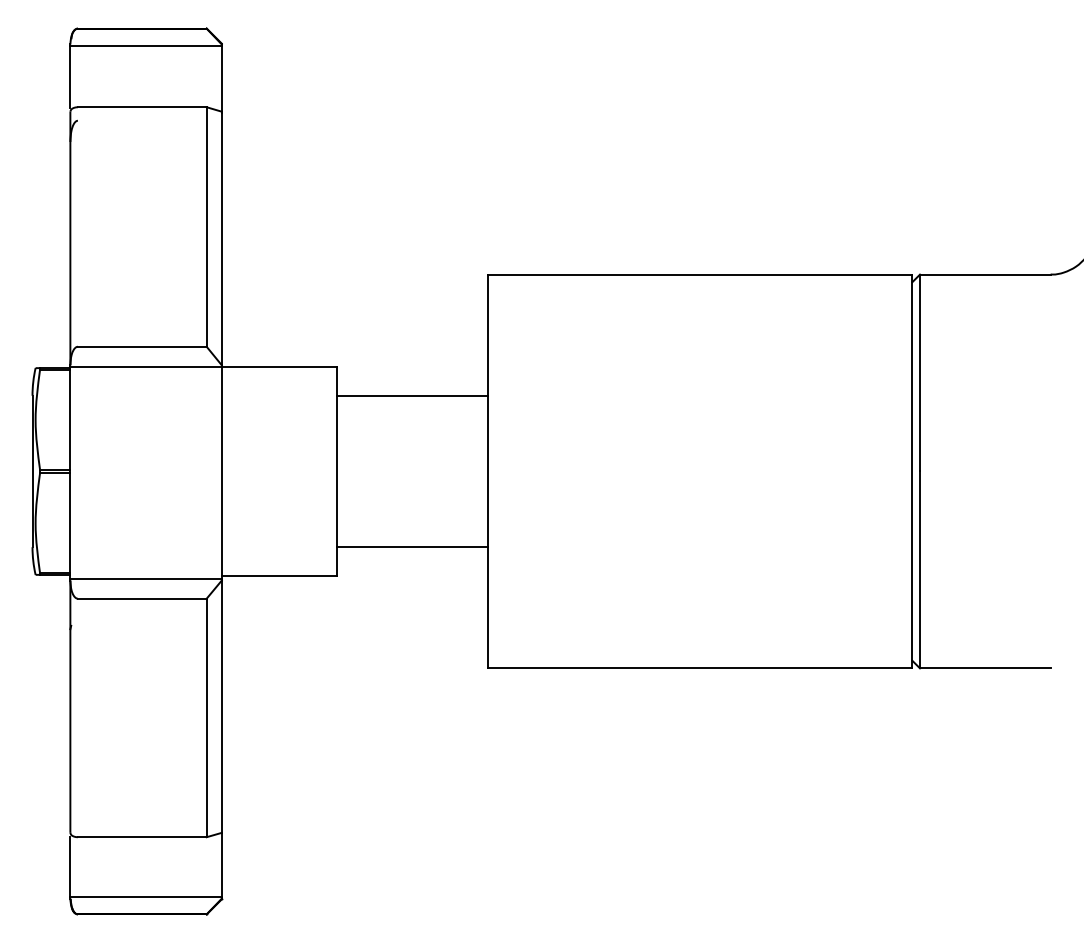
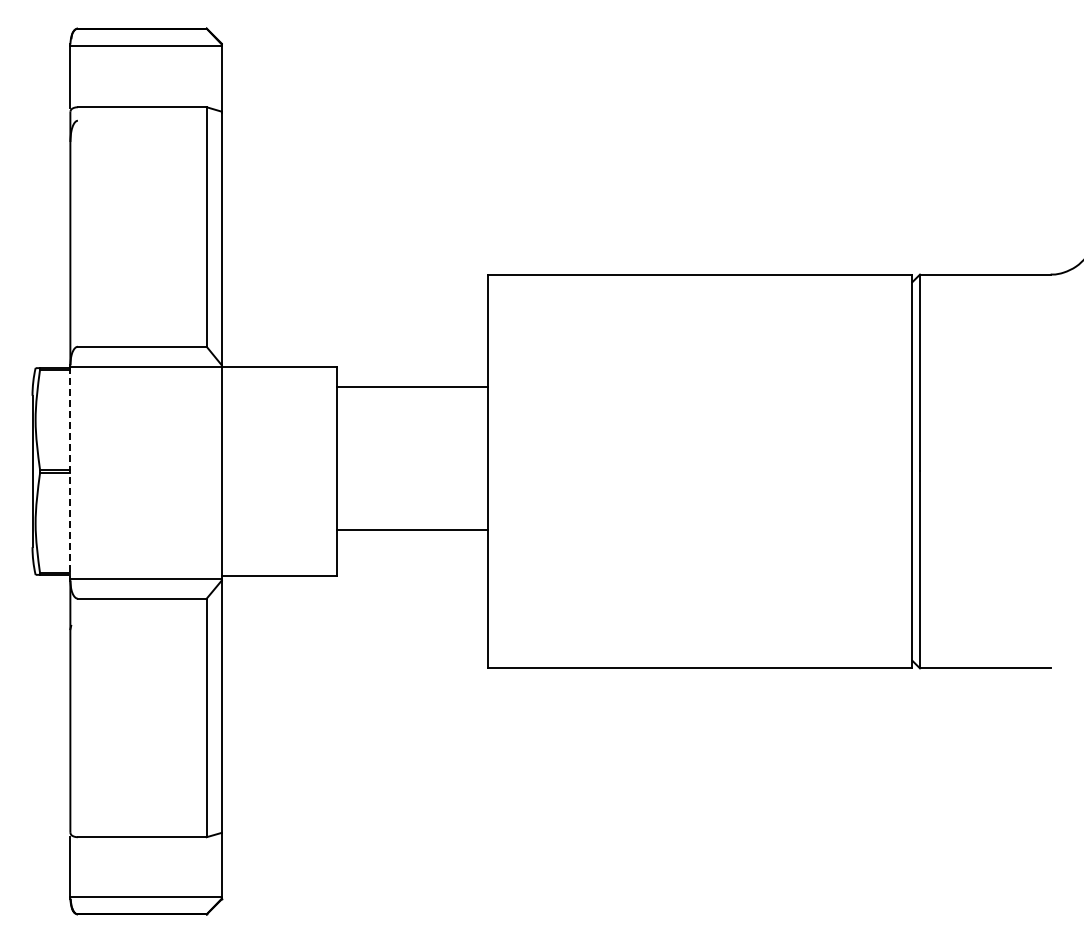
line at (412, 395) position: (412, 395) -> (412, 386)
line at (70, 473): solid -> dashed
line at (412, 547) position: (412, 547) -> (412, 530)
